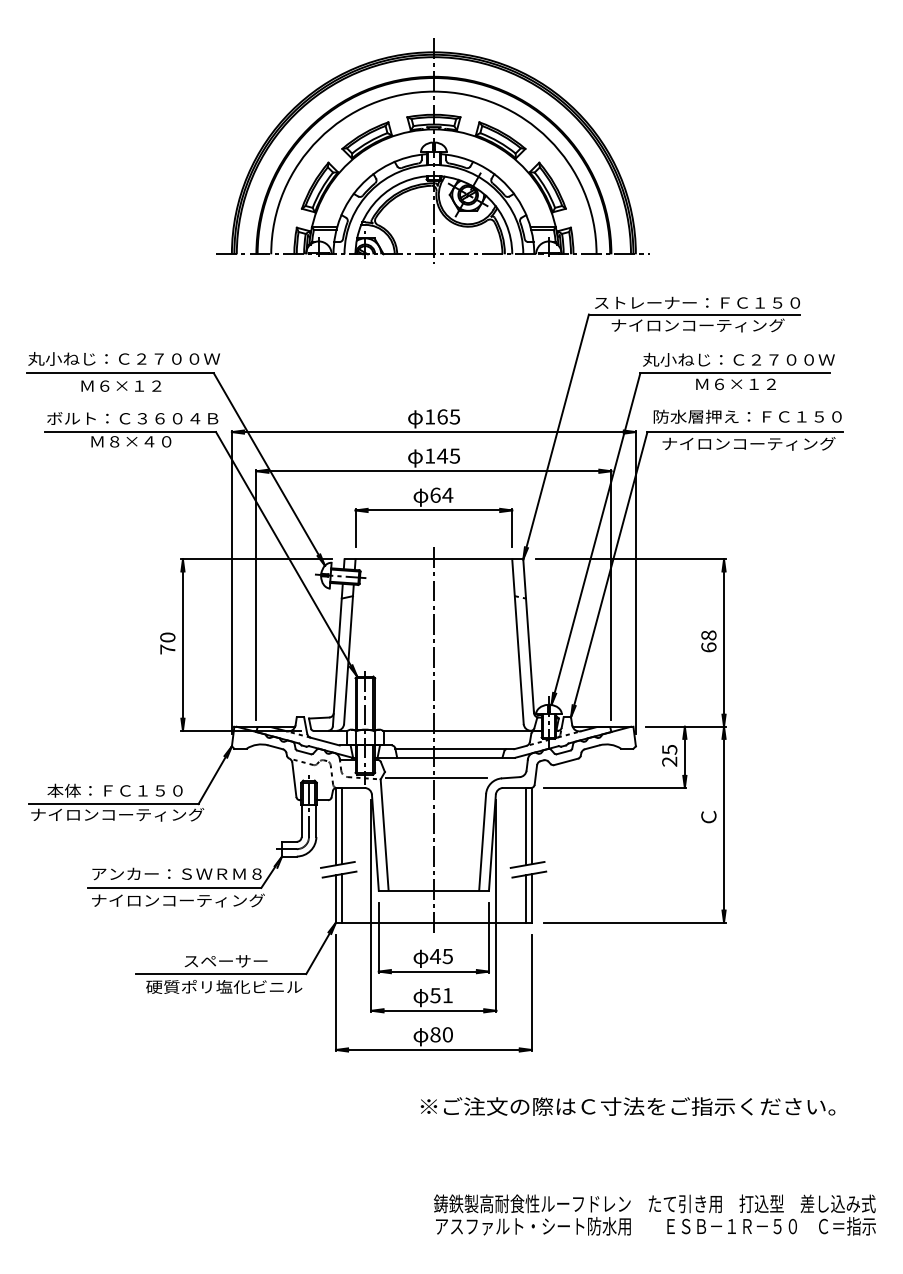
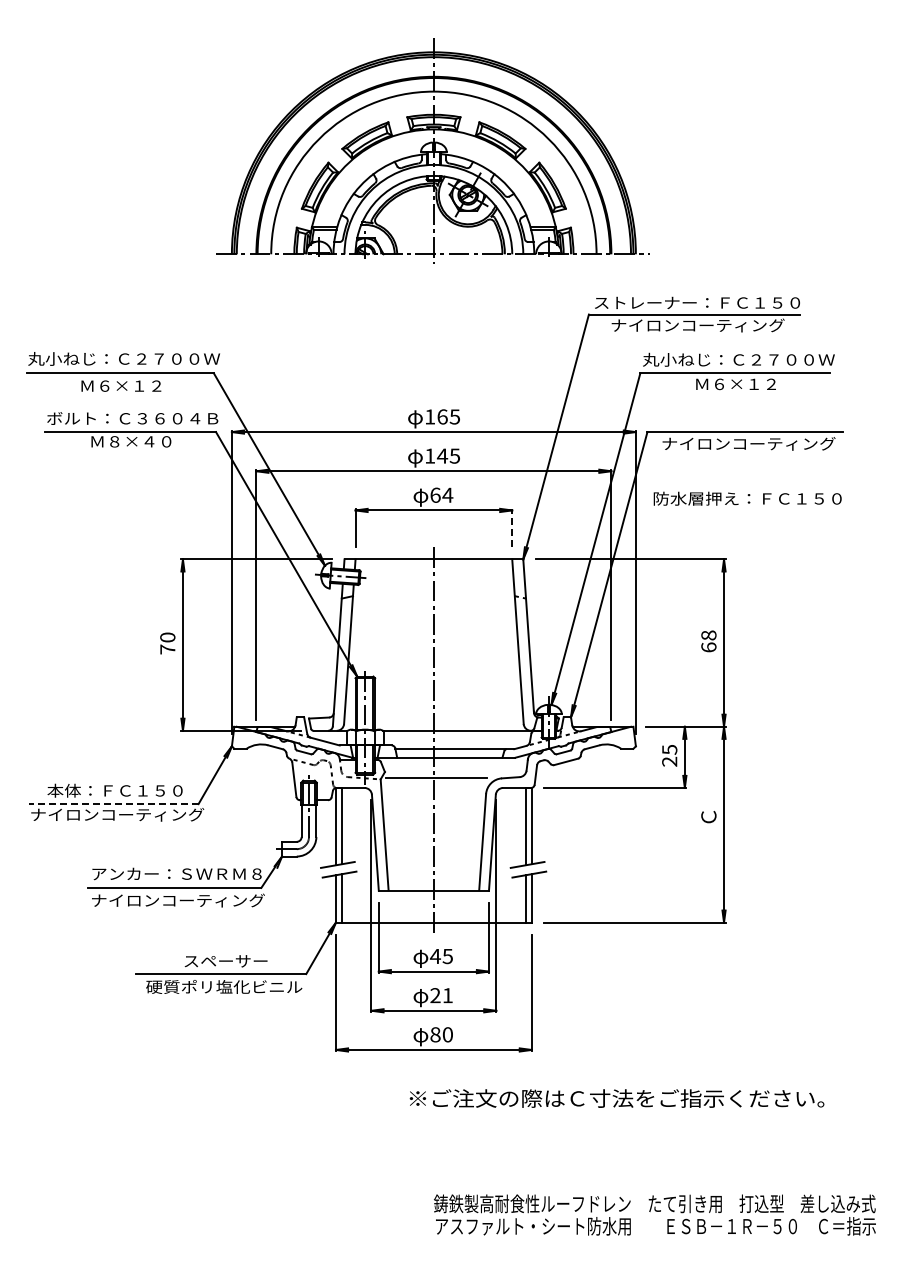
text at (747, 416) position: (747, 416) -> (747, 498)
line at (512, 527): solid -> dashed
line at (114, 804): solid -> dashed
text at (435, 995): 51 -> 21
text at (627, 1106) position: (627, 1106) -> (616, 1098)
